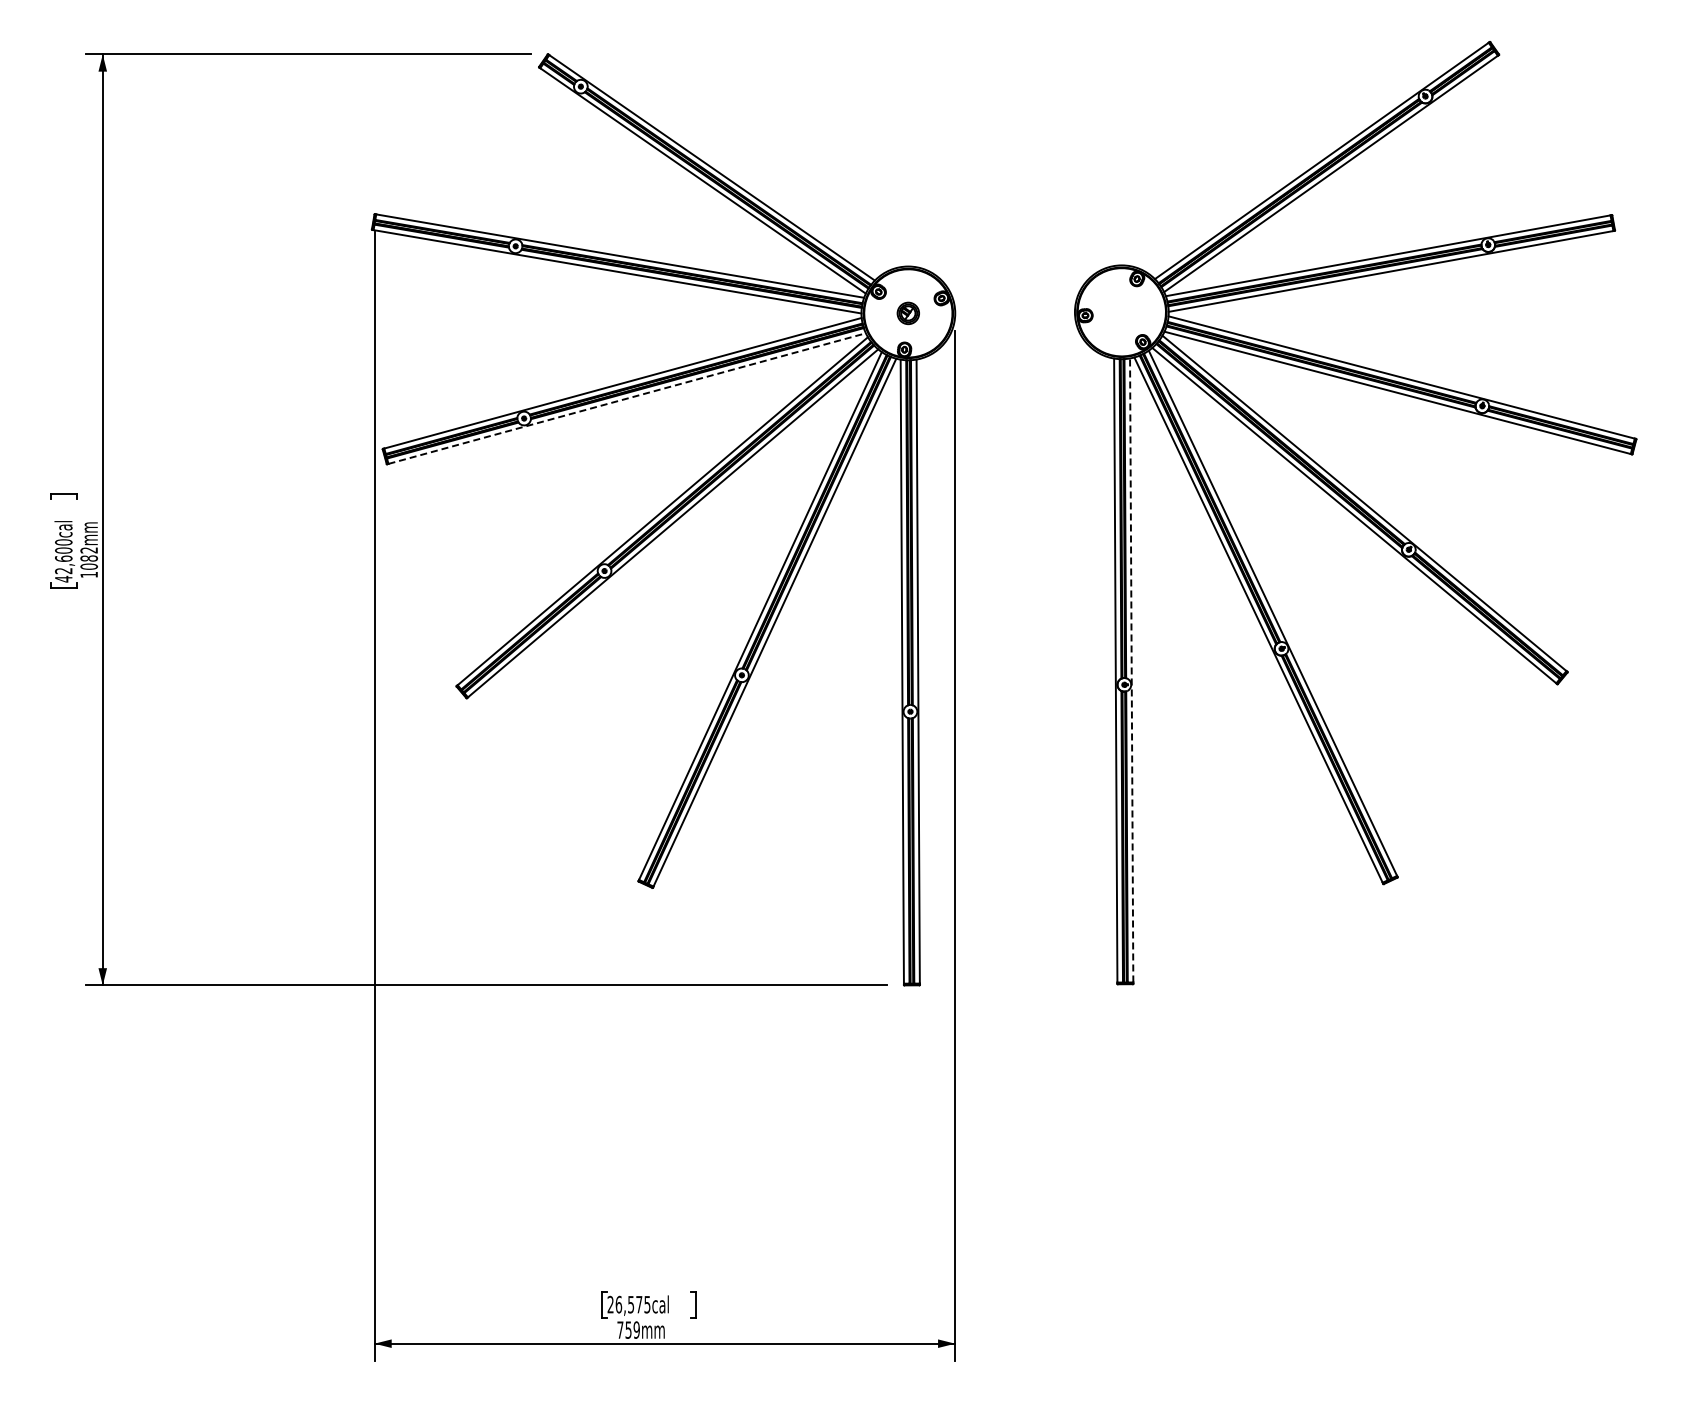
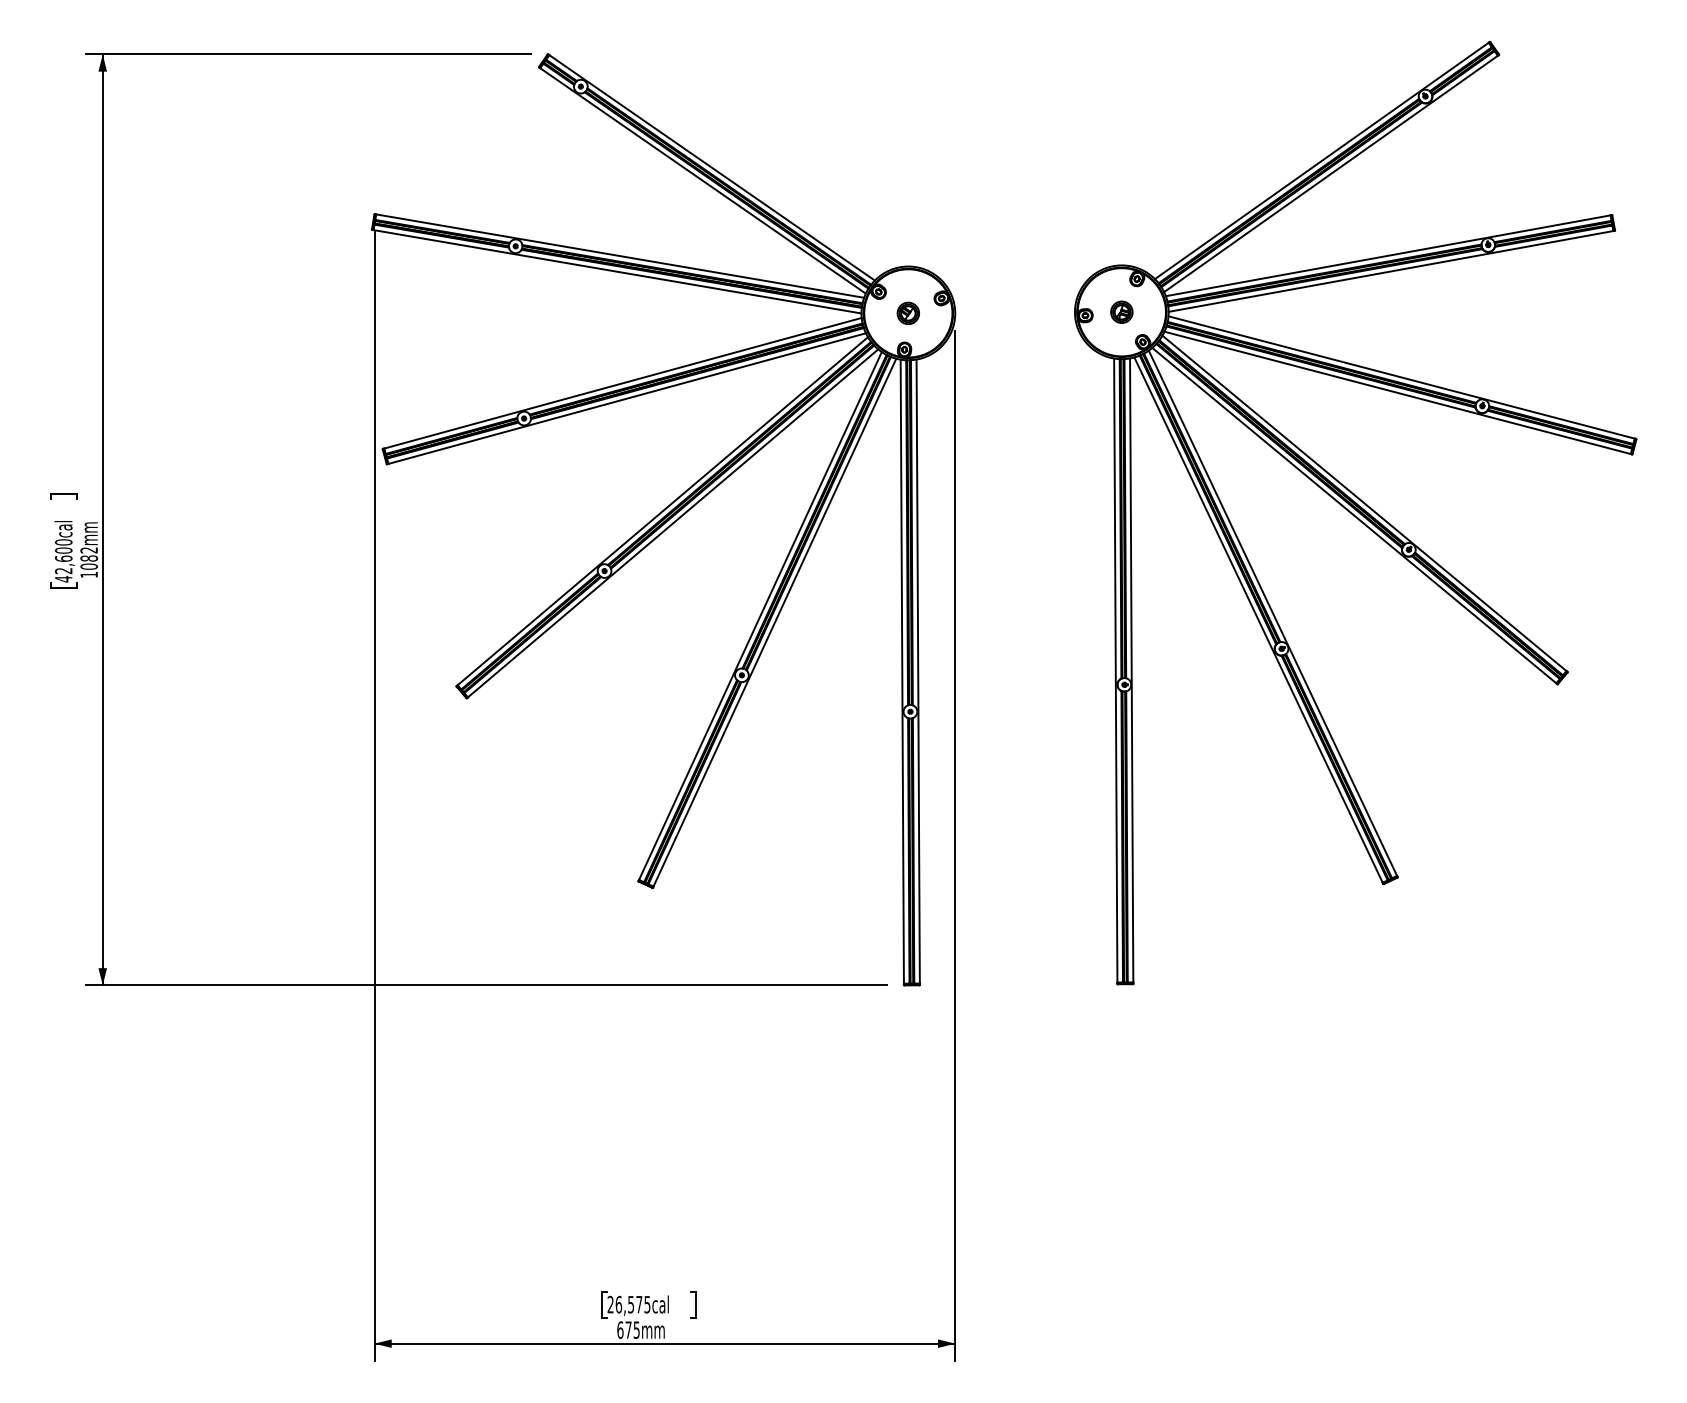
part at (1121, 311): none -> present
line at (627, 398): dashed -> solid
line at (1131, 669): dashed -> solid
text at (628, 1329): 759mm -> 675mm
